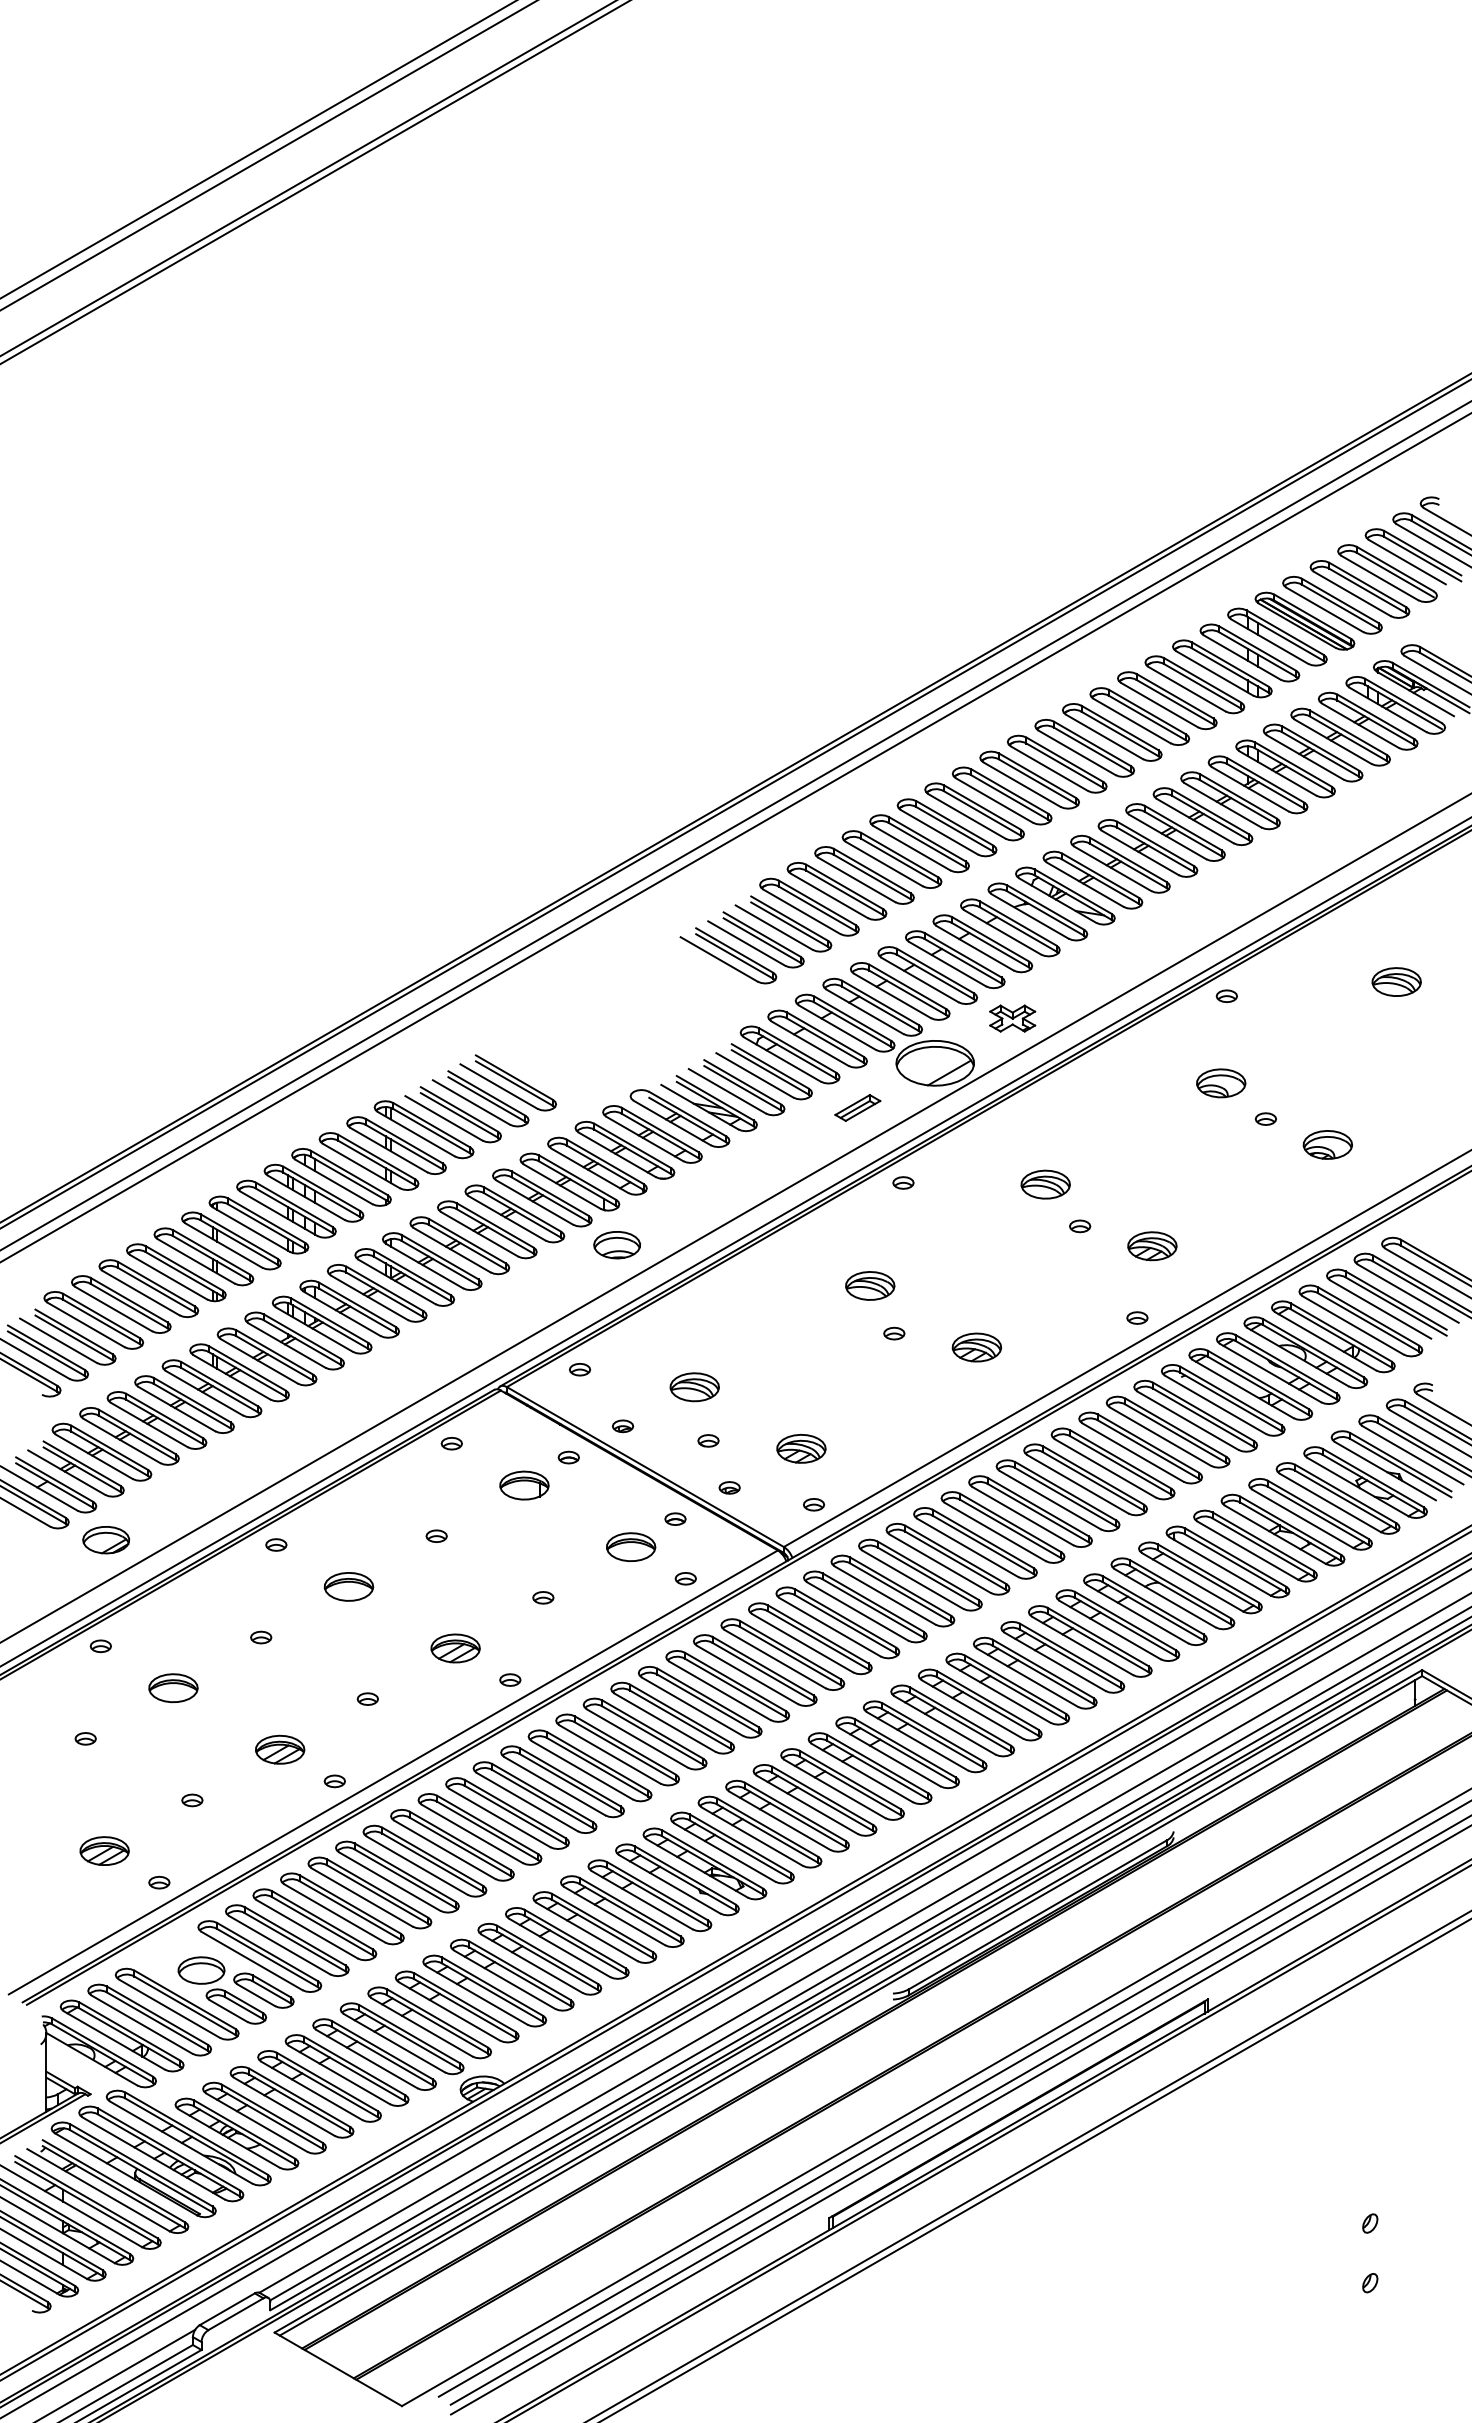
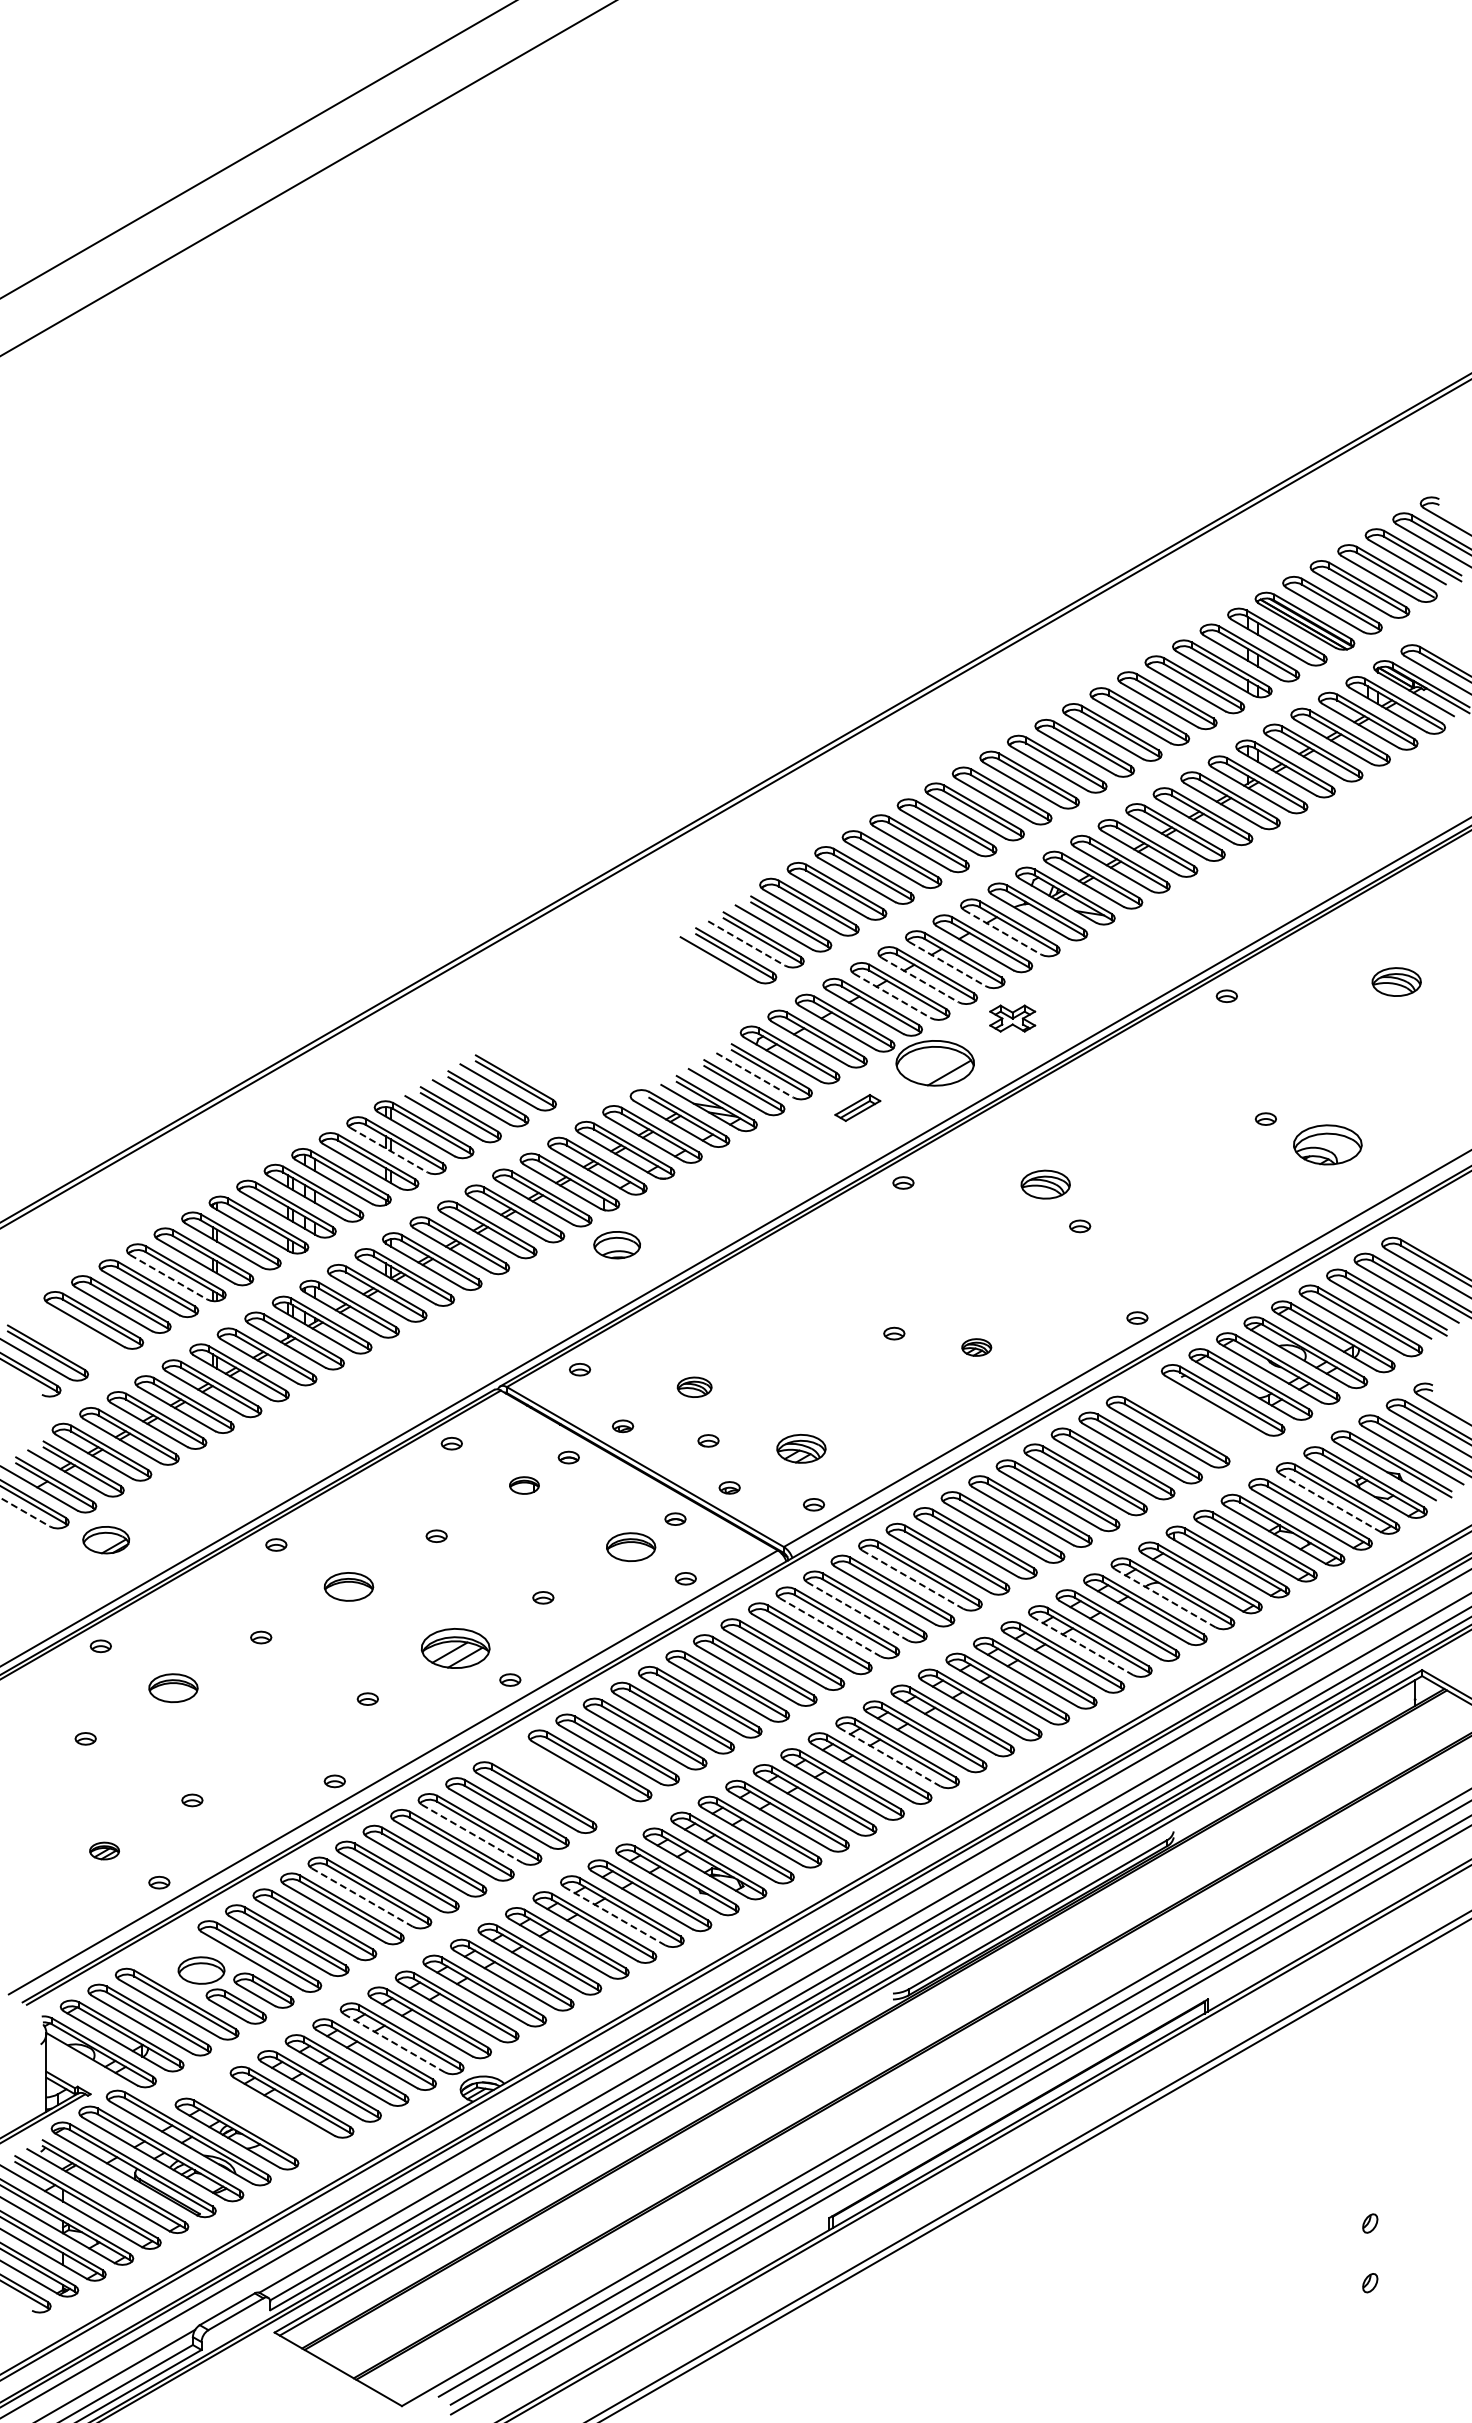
line at (268, 155): present -> none
line at (314, 182): present -> none
line at (735, 825): present -> none
line at (735, 837): present -> none
line at (1003, 932): solid -> dashed
line at (747, 943): solid -> dashed
line at (947, 964): solid -> dashed
line at (920, 980): solid -> dashed
line at (892, 996): solid -> dashed
line at (755, 1075): solid -> dashed
part at (1221, 1083): present -> none
part at (1327, 1144) size: 52x30 px -> 70x42 px
line at (389, 1150): solid -> dashed
line at (735, 1218): present -> none
part at (1152, 1246): present -> none
line at (169, 1277): solid -> dashed
part at (870, 1285): present -> none
part at (67, 1336): present -> none
part at (976, 1347) size: 51x31 px -> 32x19 px
part at (694, 1387) size: 51x31 px -> 37x22 px
part at (1195, 1415): present -> none
part at (524, 1485) size: 51x31 px -> 31x19 px
line at (1330, 1503): solid -> dashed
line at (25, 1512): solid -> dashed
line at (913, 1579): solid -> dashed
line at (1165, 1598): solid -> dashed
line at (858, 1611): solid -> dashed
line at (830, 1627): solid -> dashed
line at (1083, 1646): solid -> dashed
part at (455, 1648) size: 51x31 px -> 71x41 px
part at (280, 1749): present -> none
line at (890, 1757): solid -> dashed
part at (562, 1781): present -> none
line at (472, 1834): solid -> dashed
part at (104, 1850) size: 51x30 px -> 31x20 px
line at (362, 1897): solid -> dashed
line at (615, 1916): solid -> dashed
line at (394, 2043): solid -> dashed
part at (264, 2117): present -> none
